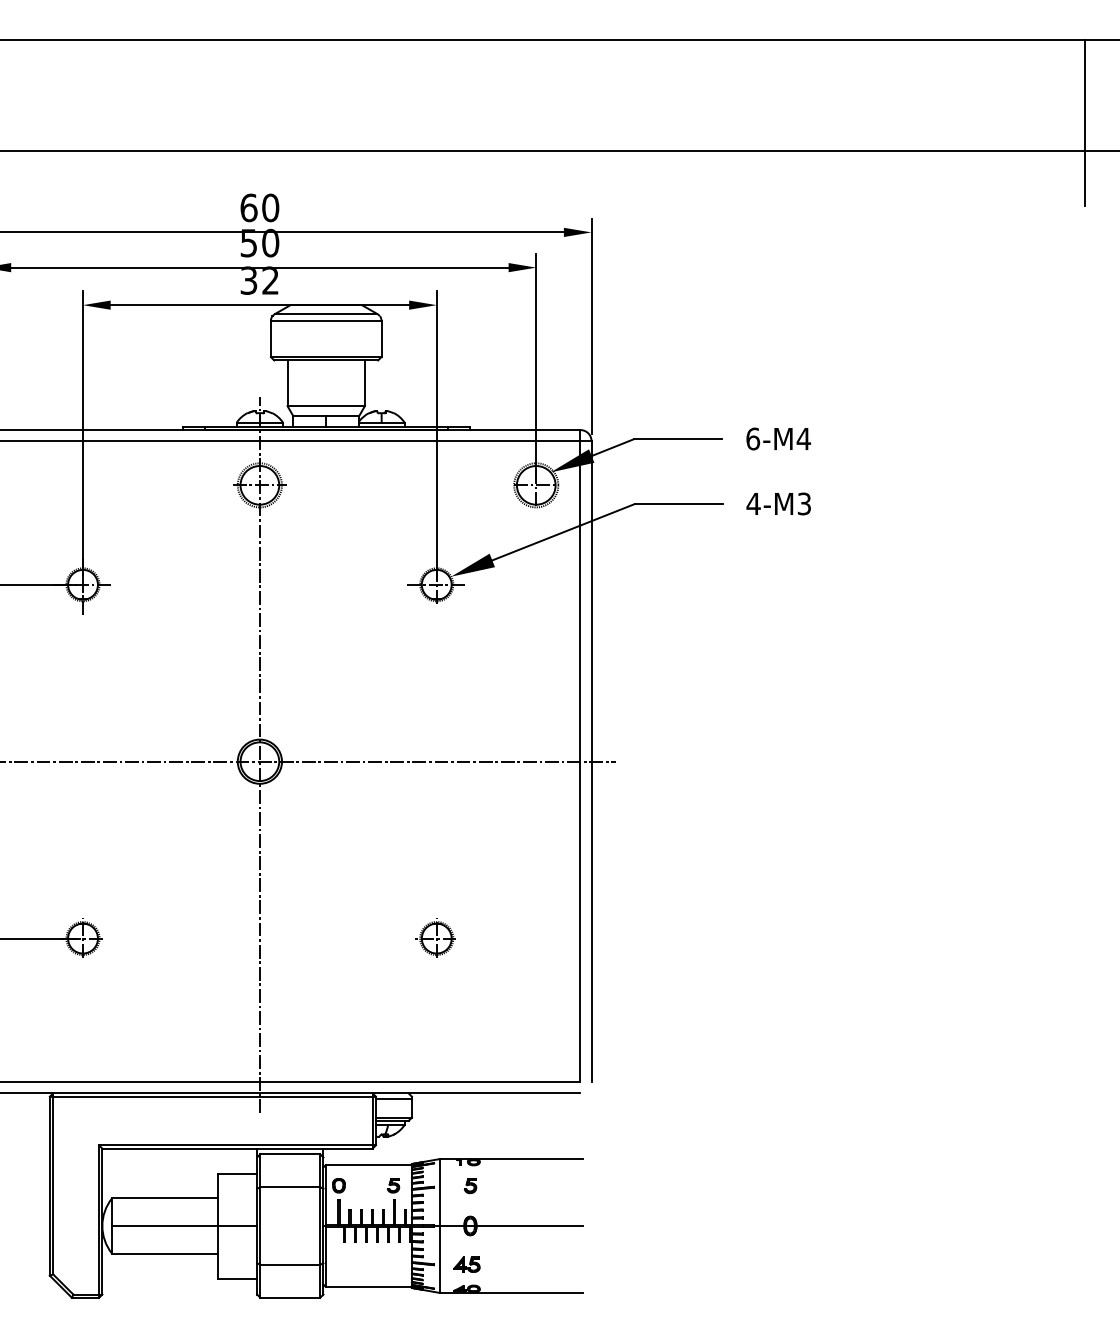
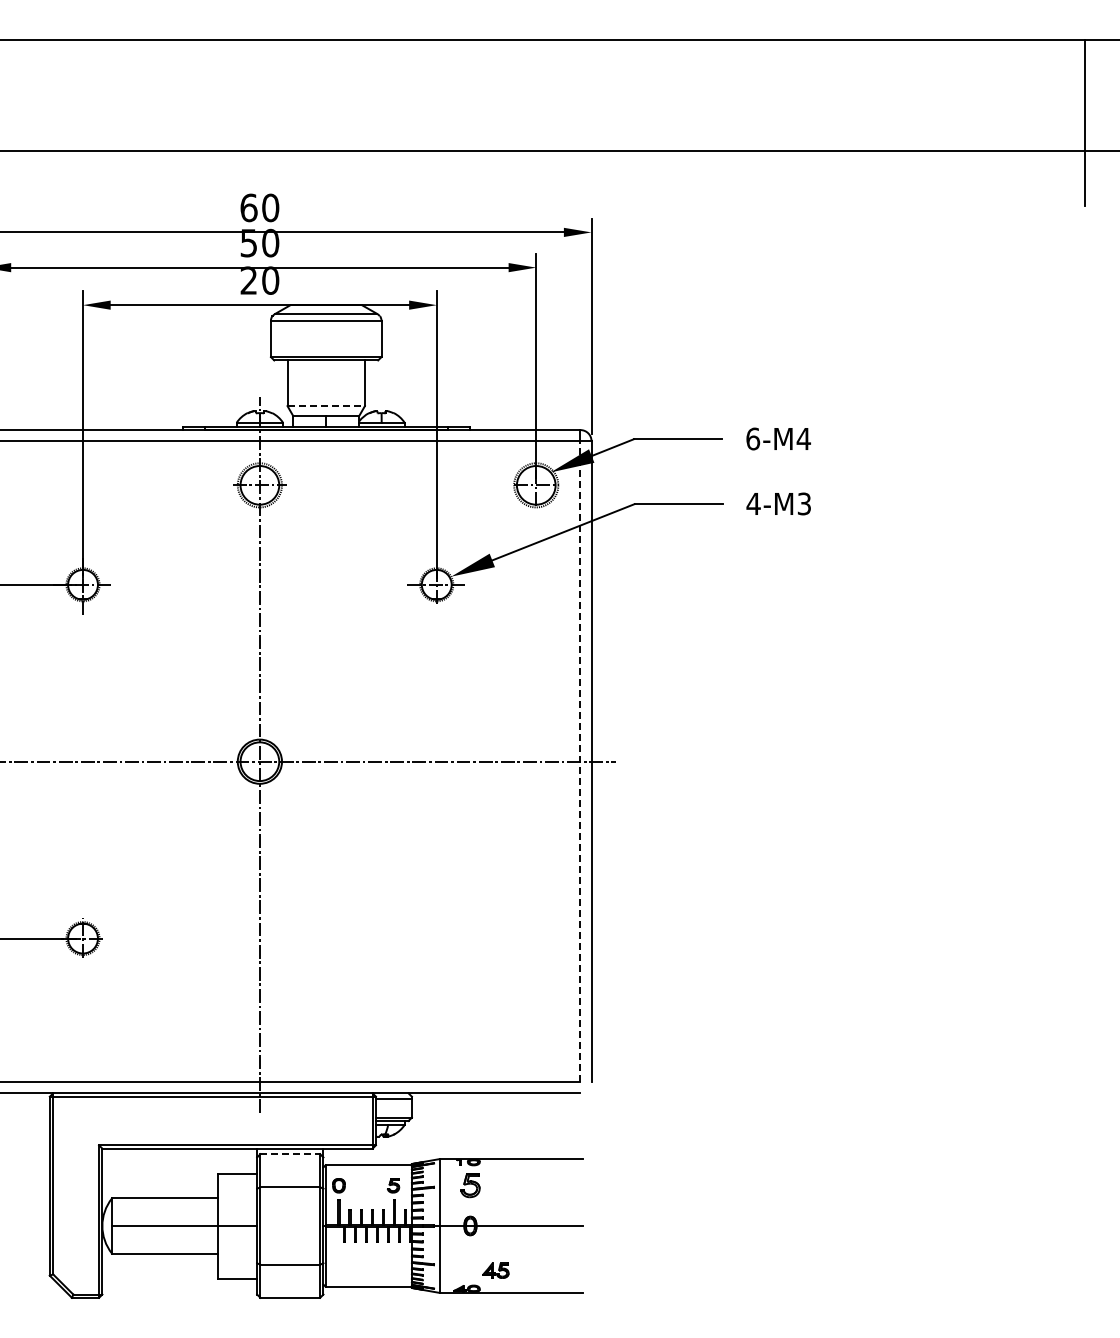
text at (259, 280): 32 -> 20
line at (326, 406): solid -> dashed
line at (580, 761): solid -> dashed
part at (435, 937): present -> none
line at (290, 1154): solid -> dashed
part at (470, 1186) size: 15x17 px -> 21x26 px
part at (466, 1264) position: (466, 1264) -> (495, 1270)
